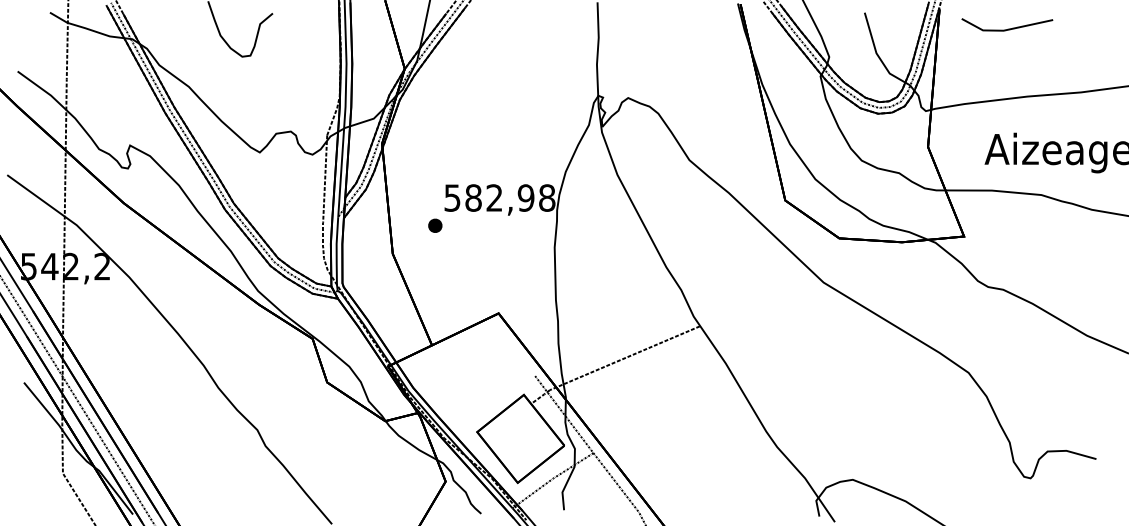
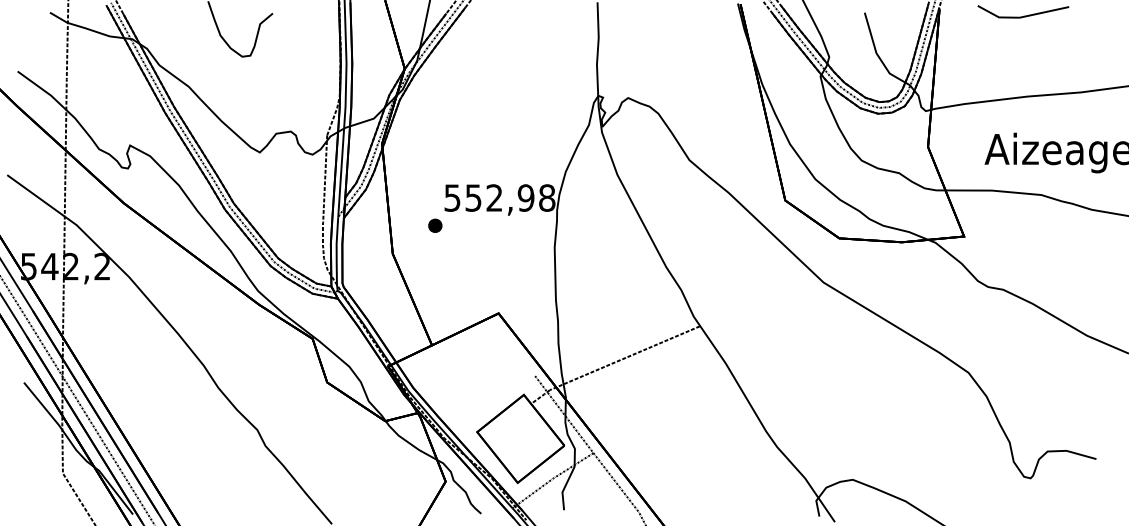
part at (1007, 24) position: (1007, 24) -> (1023, 11)
text at (473, 197): 582,98 -> 552,98
